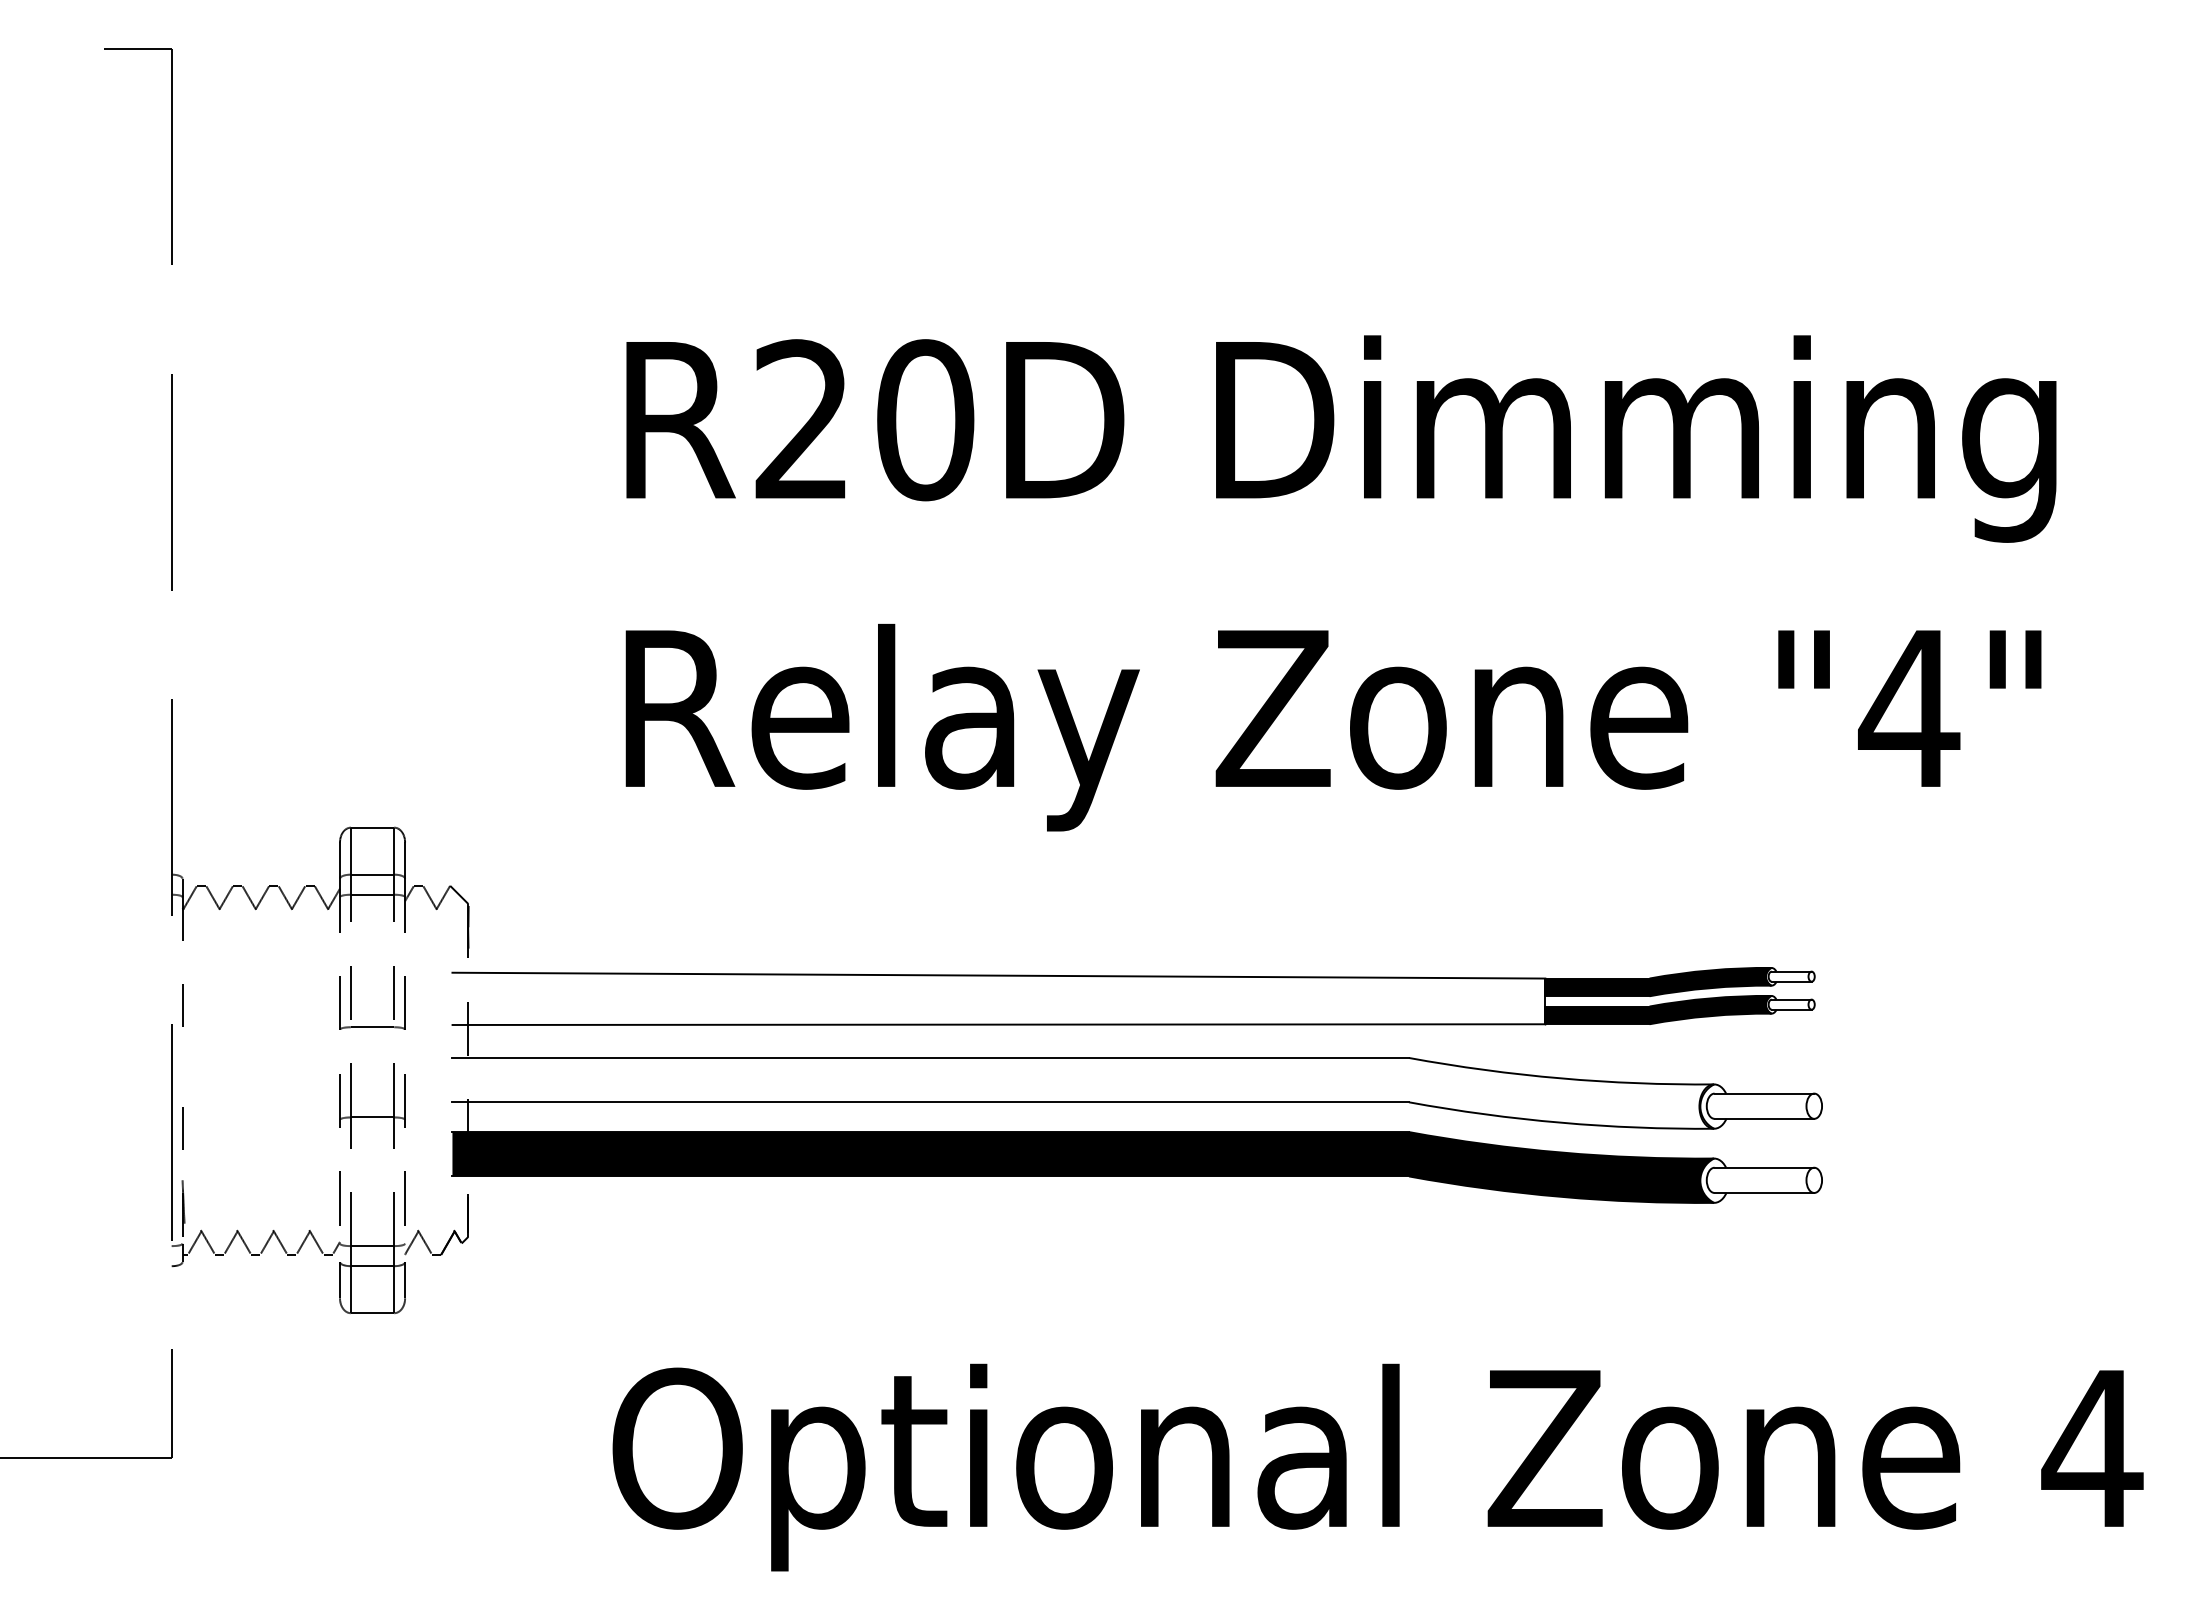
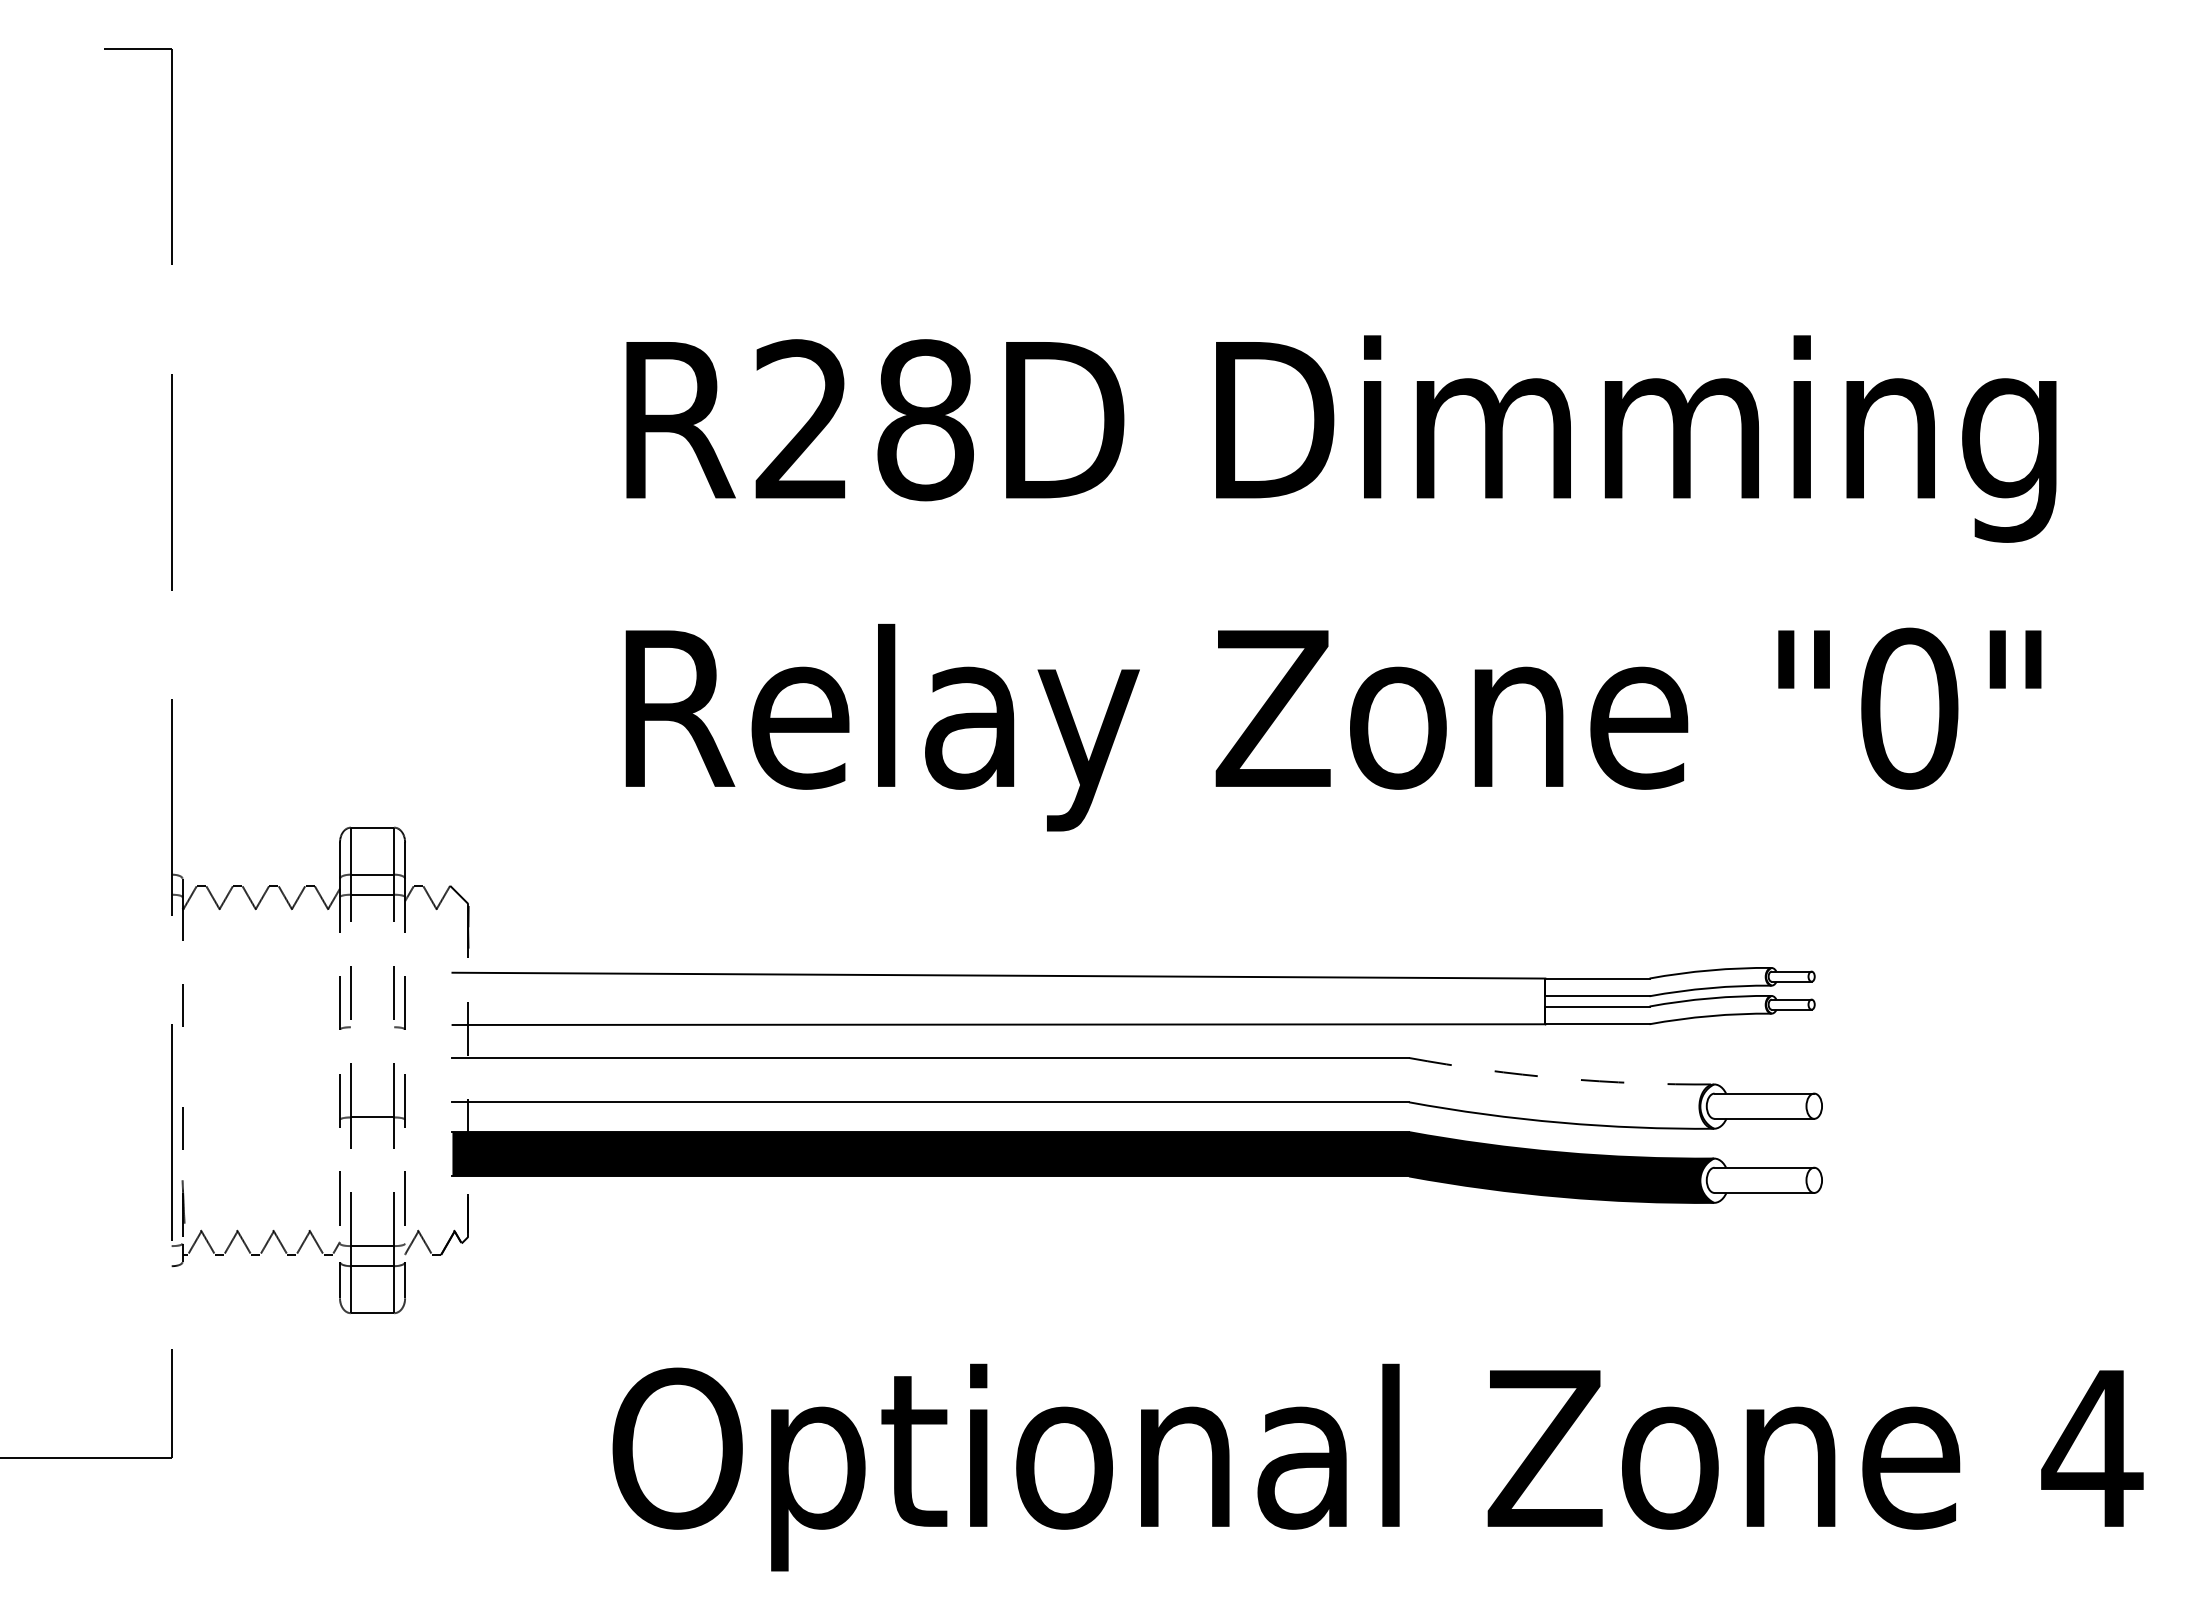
text at (925, 420): R20D -> R28D
text at (1909, 708): "4" -> "0"
fill at (1658, 981): present -> none
fill at (1658, 1009): present -> none
line at (372, 1027): present -> none
arc at (1560, 1078): solid -> dashed
